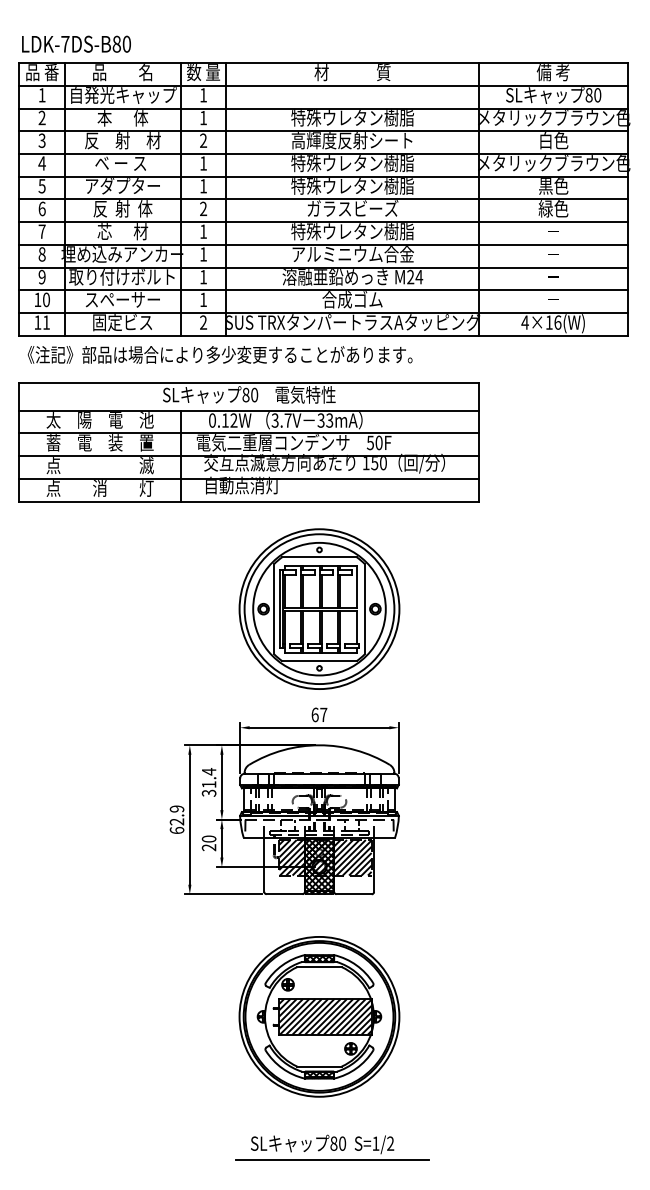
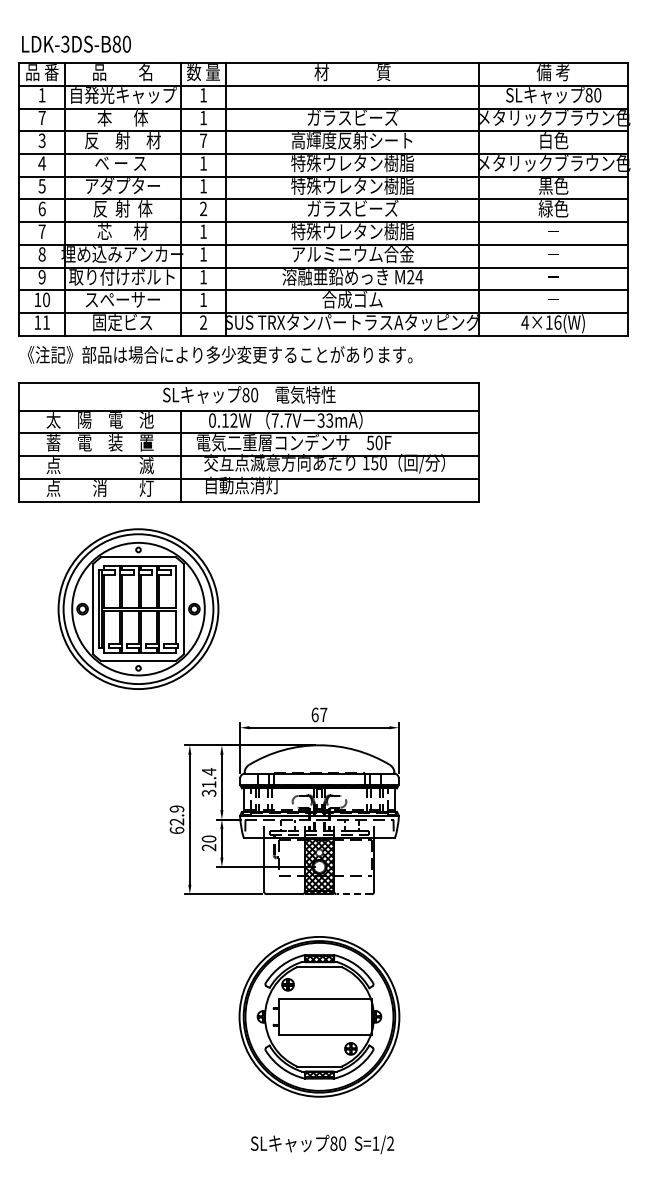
text at (65, 43): LDK-7DS-B80 -> LDK-3DS-B80
text at (41, 117): 2 -> 7
text at (352, 118): 特殊ウレタン樹脂 -> ガラスビーズ
text at (203, 140): 2 -> 7
text at (274, 420): 3.7V -> 7.7V
part at (319, 608) position: (319, 608) -> (138, 608)
hatch at (325, 857): present -> none
line at (354, 894): solid -> dashed
hatch at (325, 1016): present -> none
line at (332, 1159): present -> none
